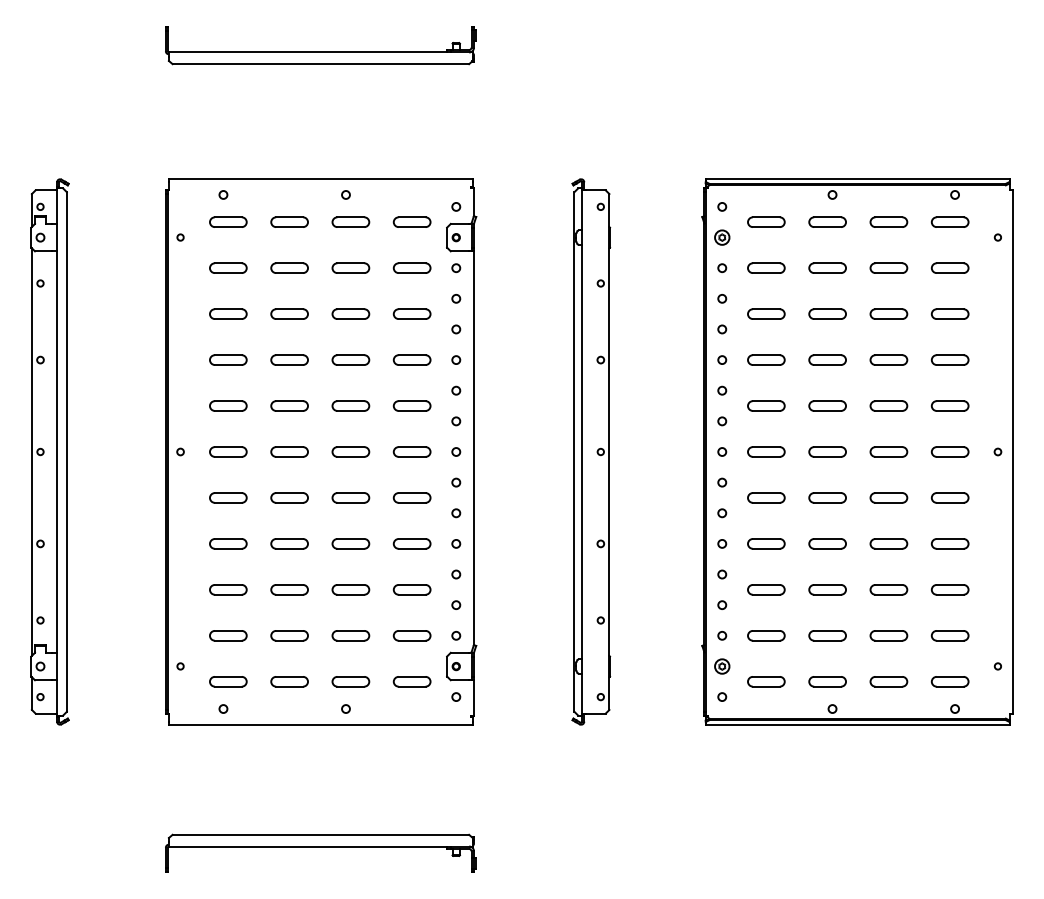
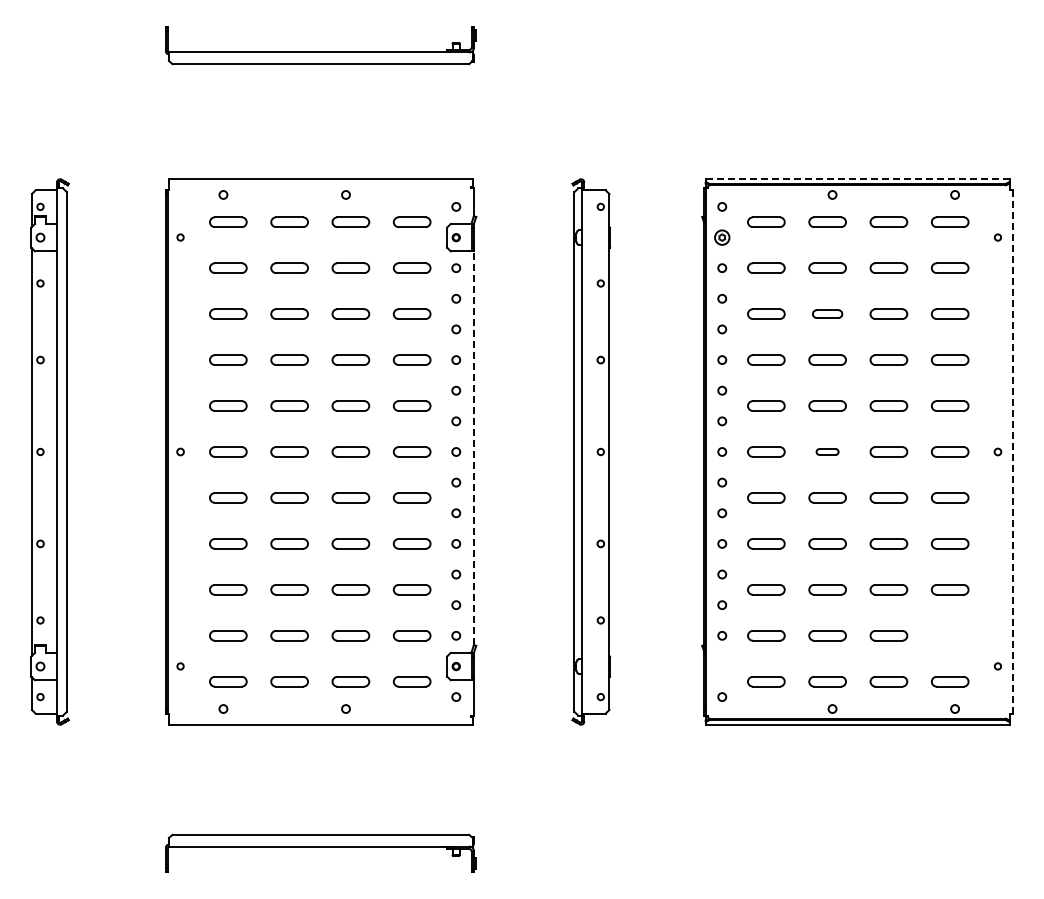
line at (857, 179): solid -> dashed
part at (827, 313) size: 39x12 px -> 32x10 px
line at (474, 448): solid -> dashed
part at (827, 451) size: 39x12 px -> 25x8 px
line at (1012, 452): solid -> dashed
part at (949, 635): present -> none
part at (722, 666): present -> none
